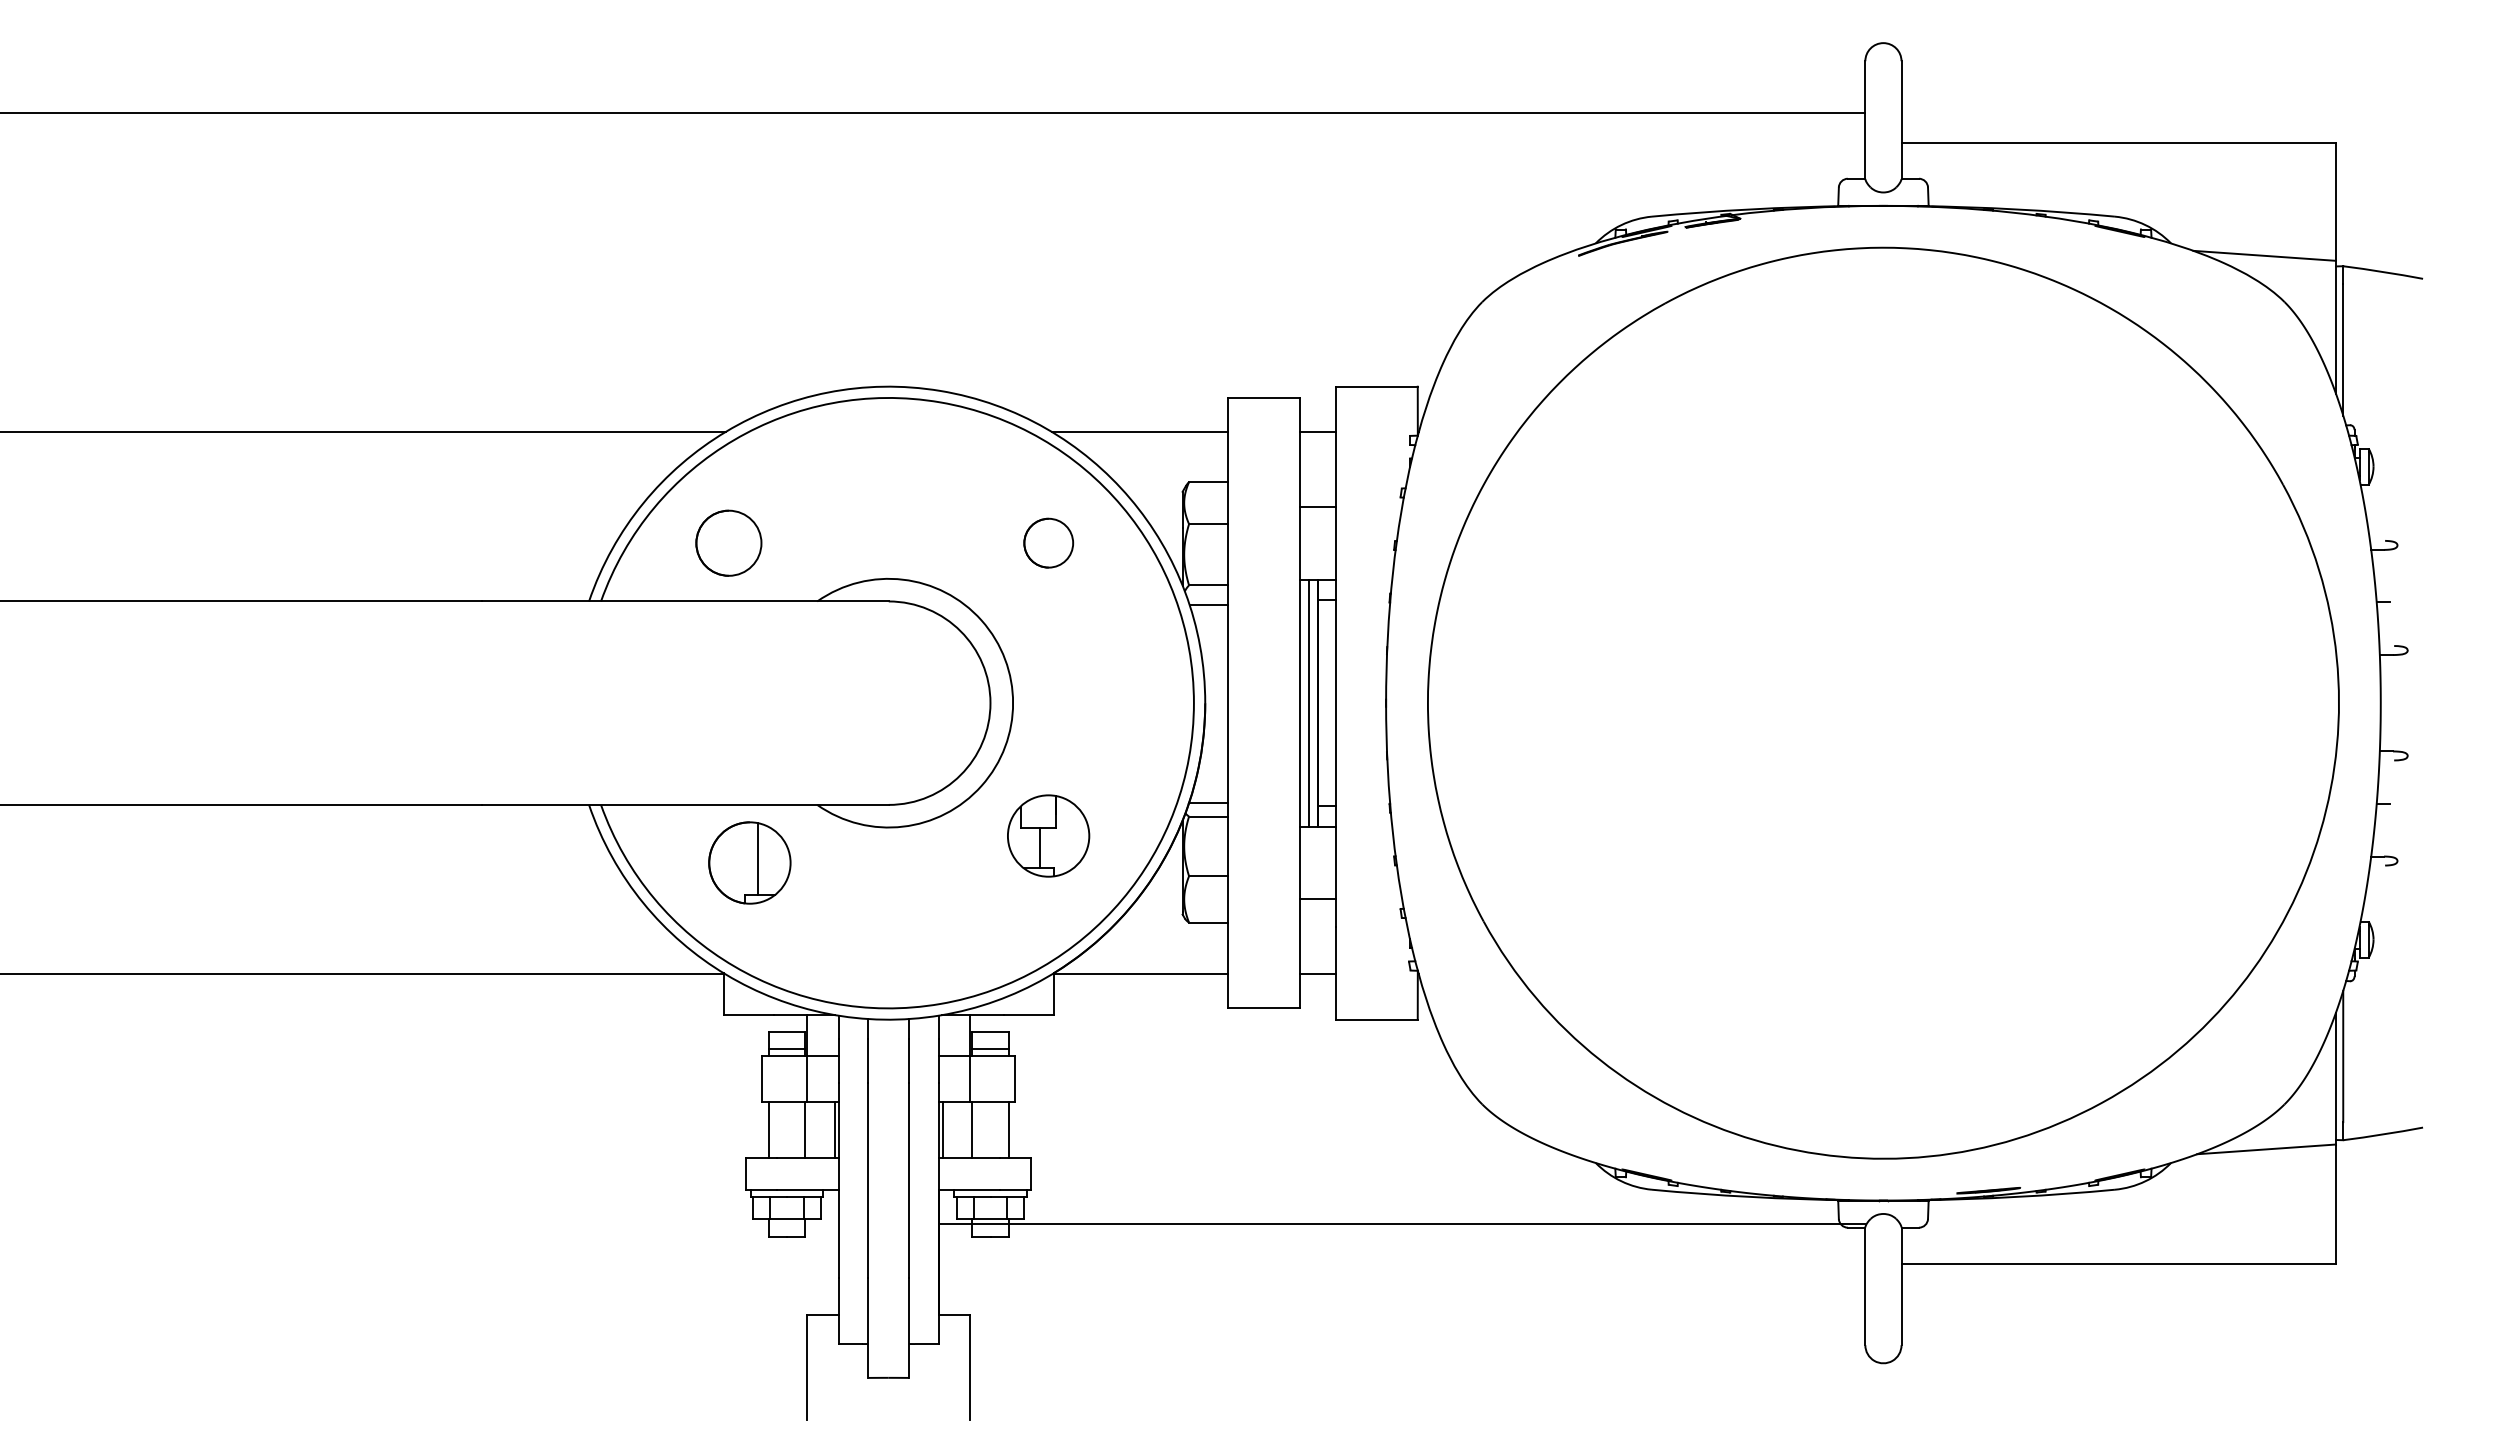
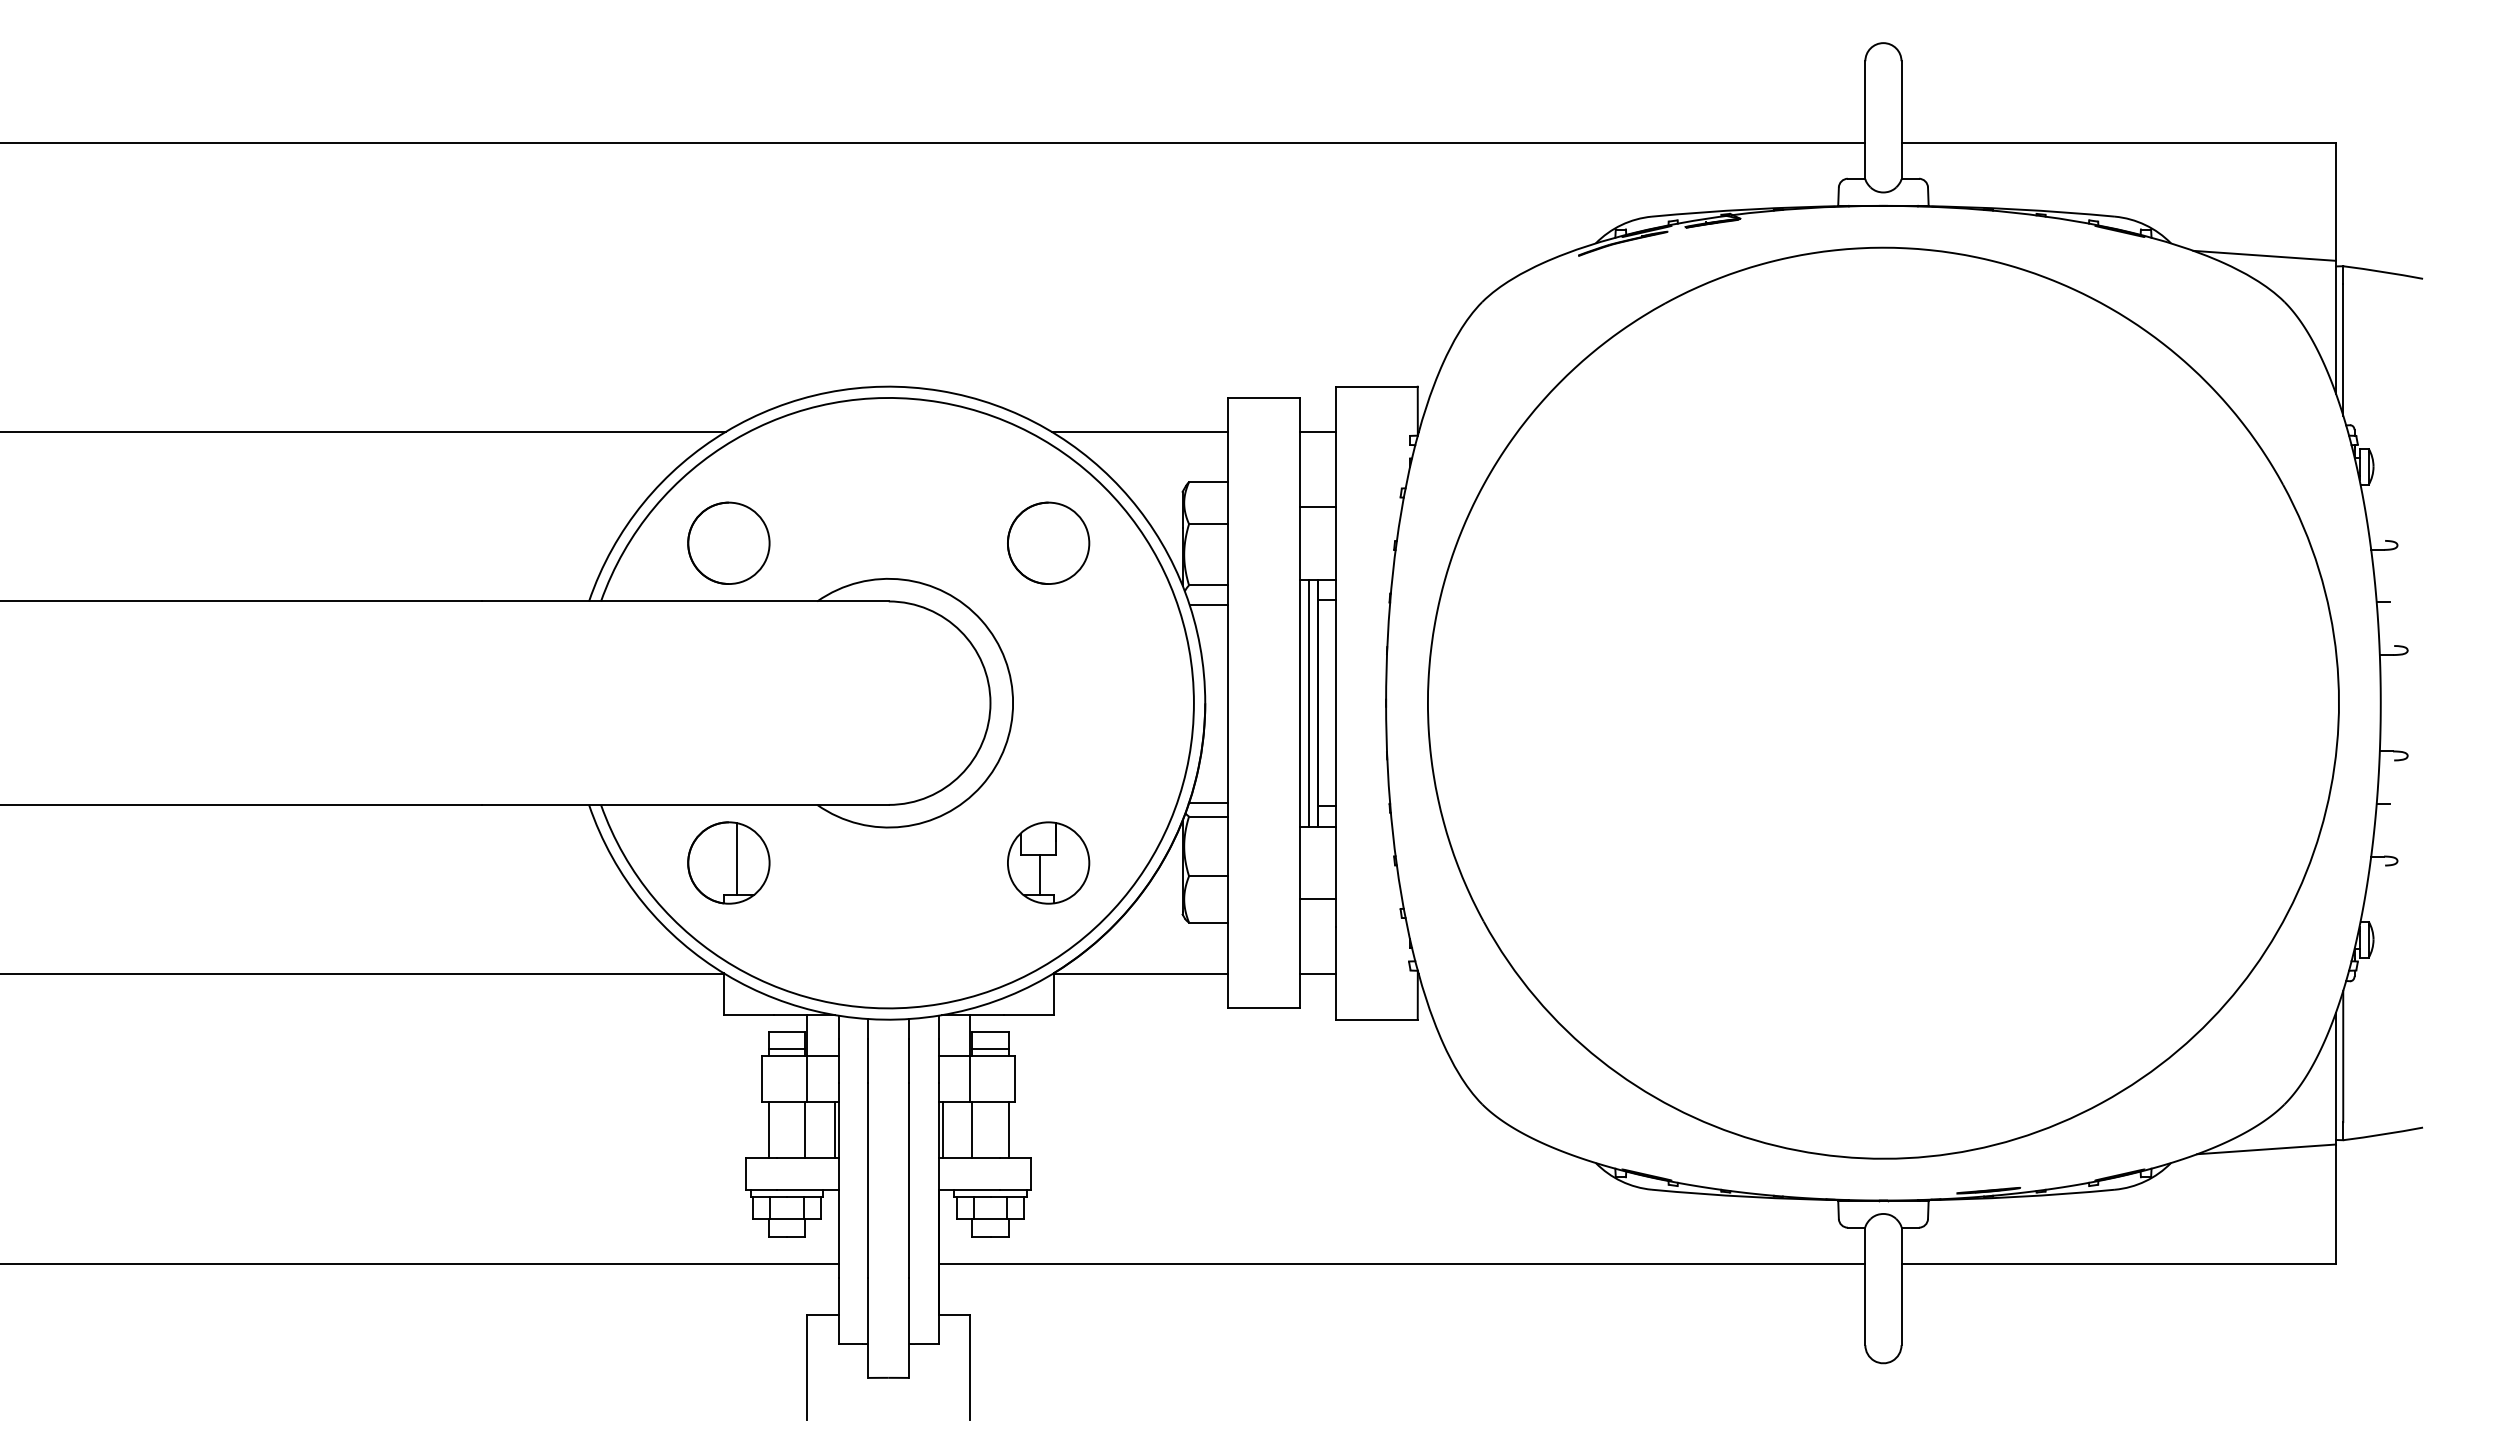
line at (933, 112) position: (933, 112) -> (933, 142)
circle at (728, 542) size: 68x68 px -> 84x84 px
circle at (1048, 542) size: 52x52 px -> 84x84 px
part at (1048, 835) position: (1048, 835) -> (1048, 862)
part at (749, 862) position: (749, 862) -> (728, 862)
line at (1401, 1223) position: (1401, 1223) -> (1401, 1263)
line at (420, 1263): none -> present
